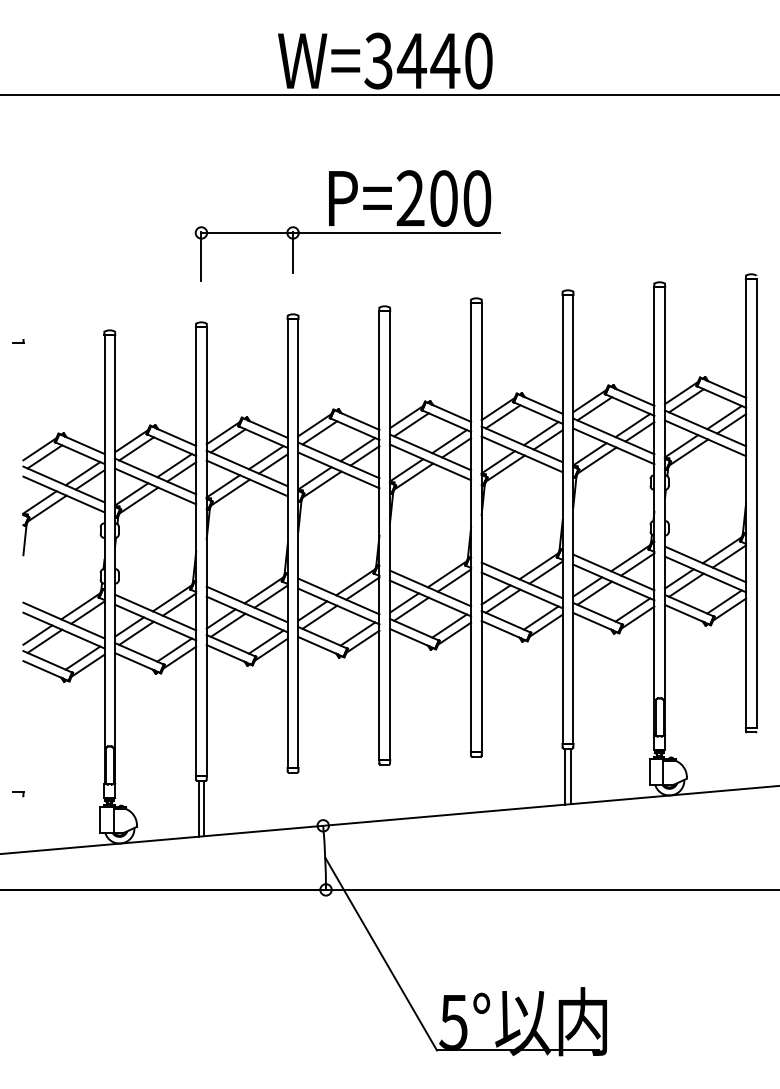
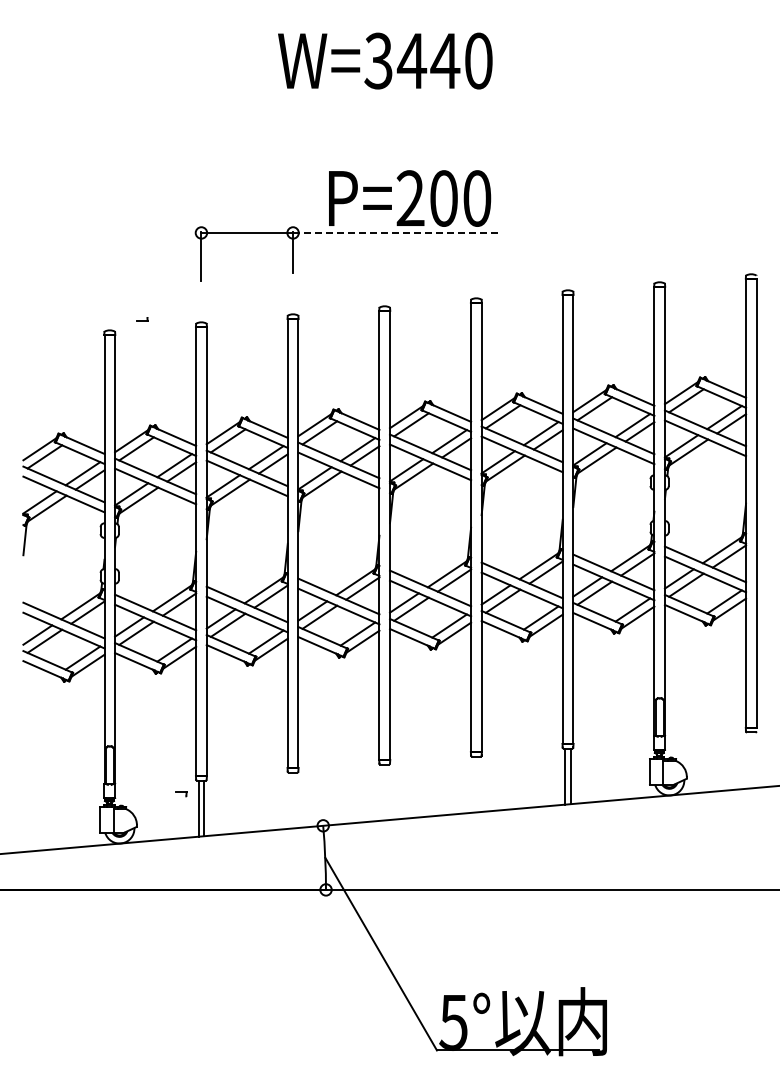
line at (389, 95): present -> none
line at (396, 232): solid -> dashed
part at (18, 341) position: (18, 341) -> (142, 319)
part at (18, 794) position: (18, 794) -> (181, 794)
